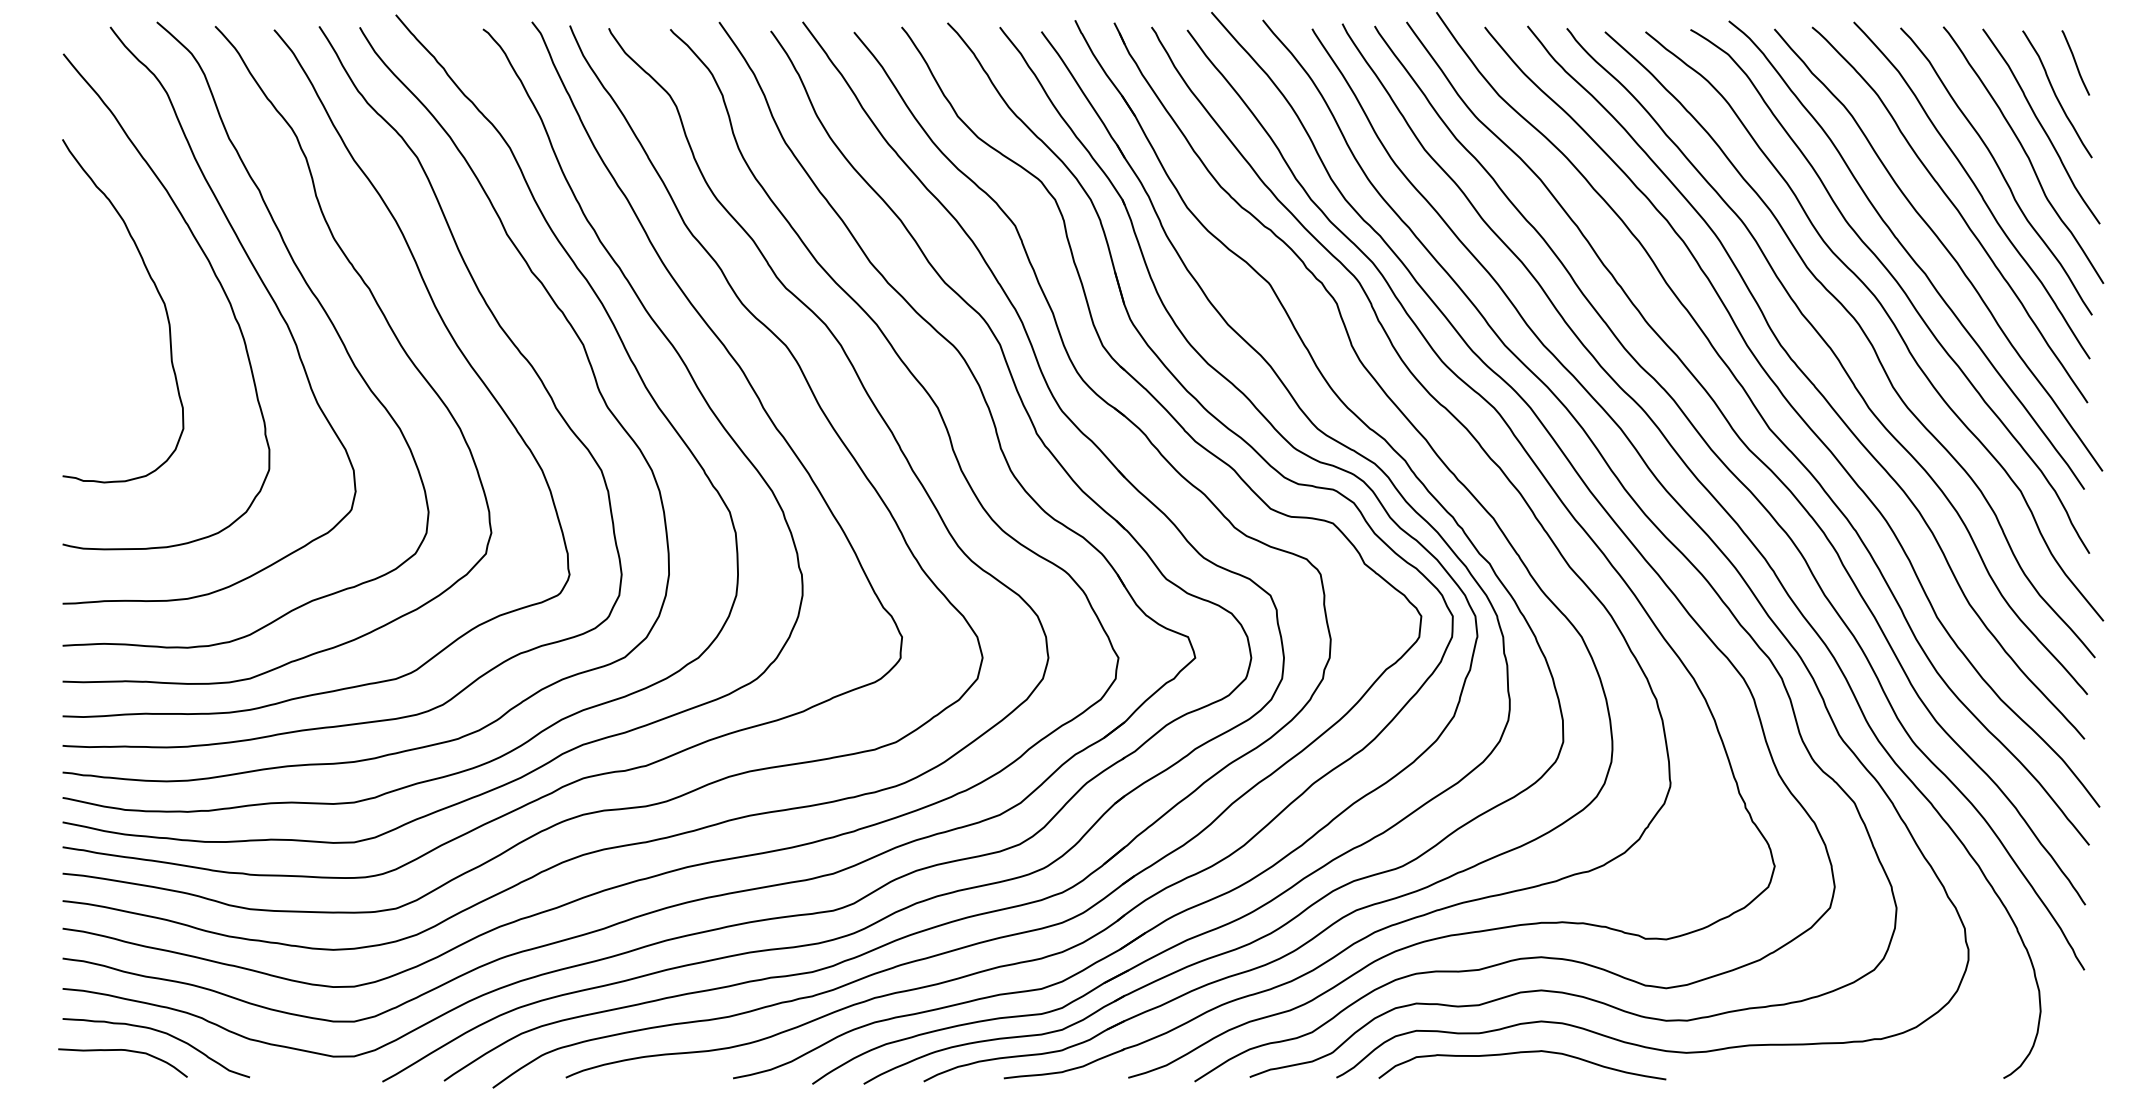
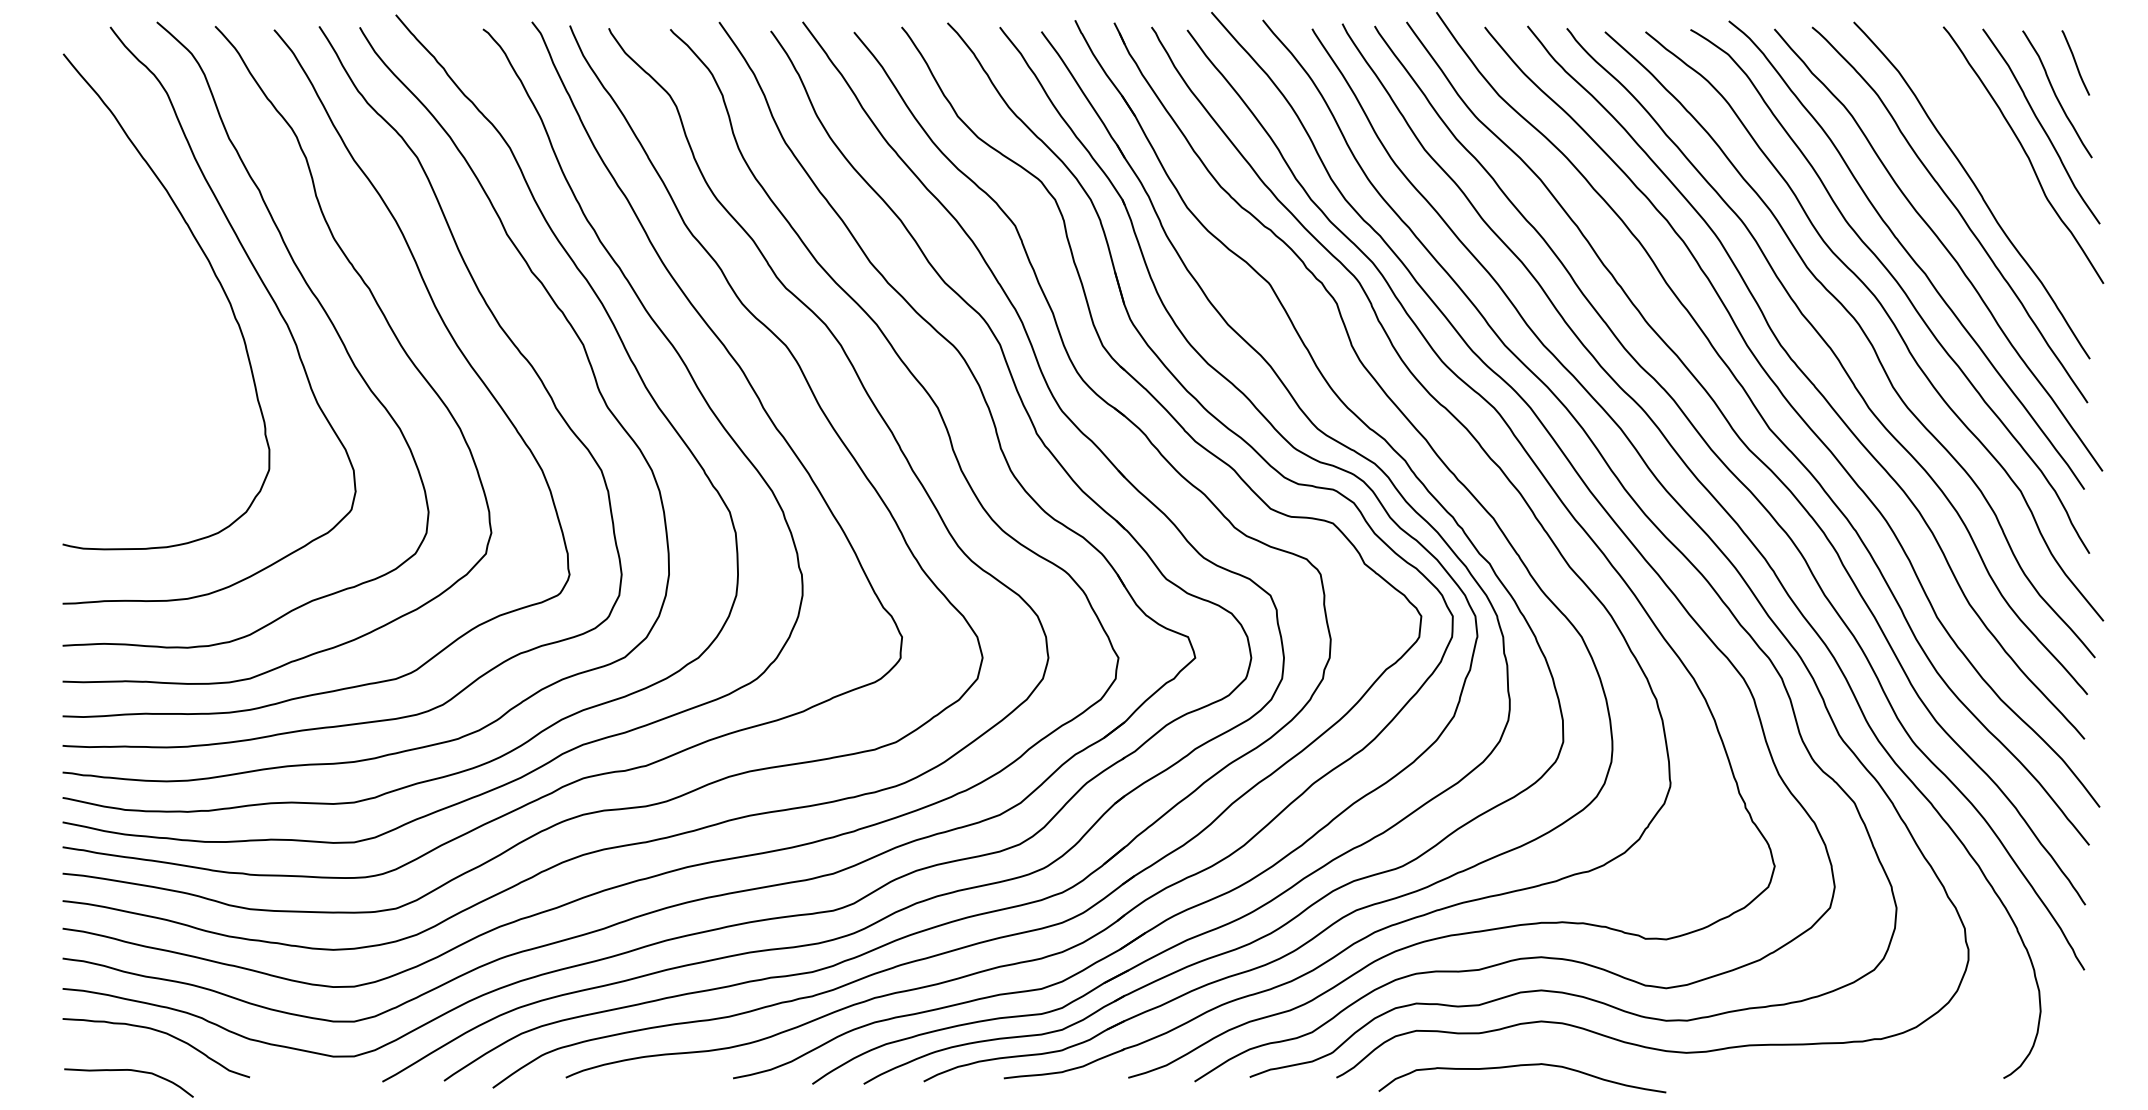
curve at (1998, 169): present -> none
curve at (158, 294): present -> none
curve at (126, 1051) position: (126, 1051) -> (132, 1071)
curve at (1522, 1053) position: (1522, 1053) -> (1522, 1066)
